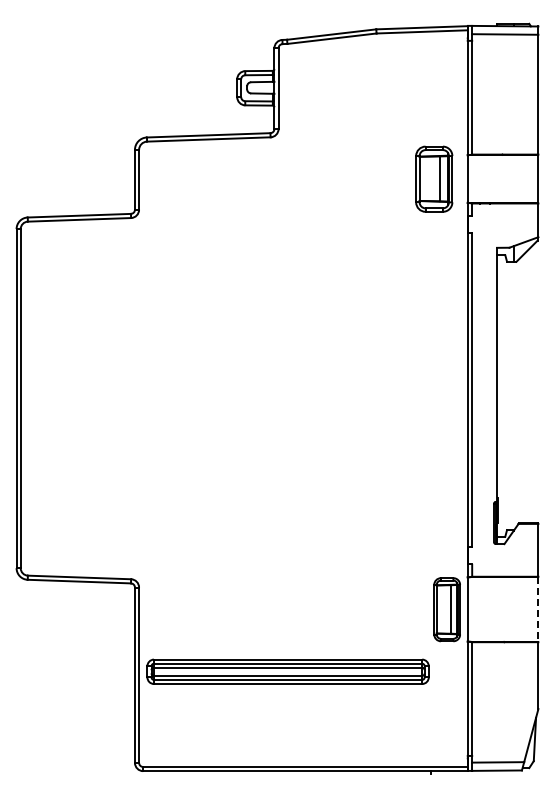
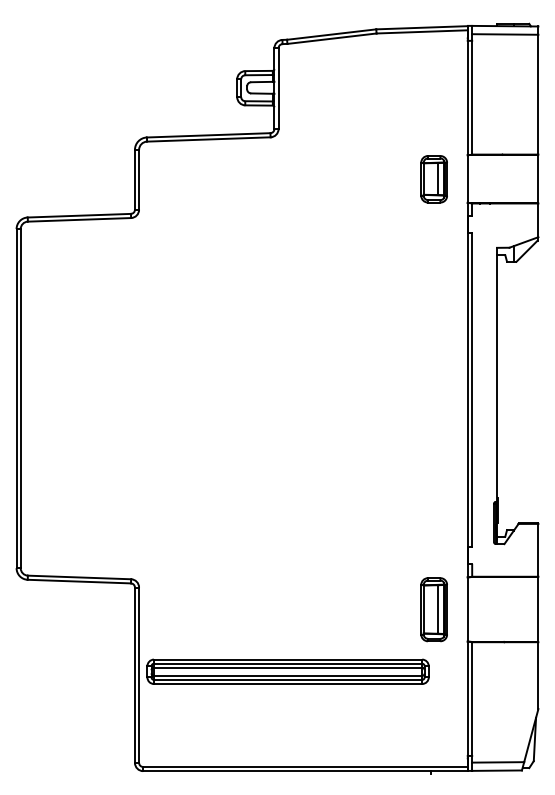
part at (434, 178) size: 39x68 px -> 28x49 px
part at (446, 609) position: (446, 609) -> (433, 609)
line at (538, 609): dashed -> solid
